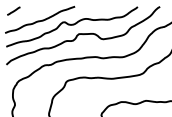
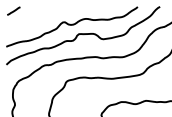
curve at (40, 20): present -> none
